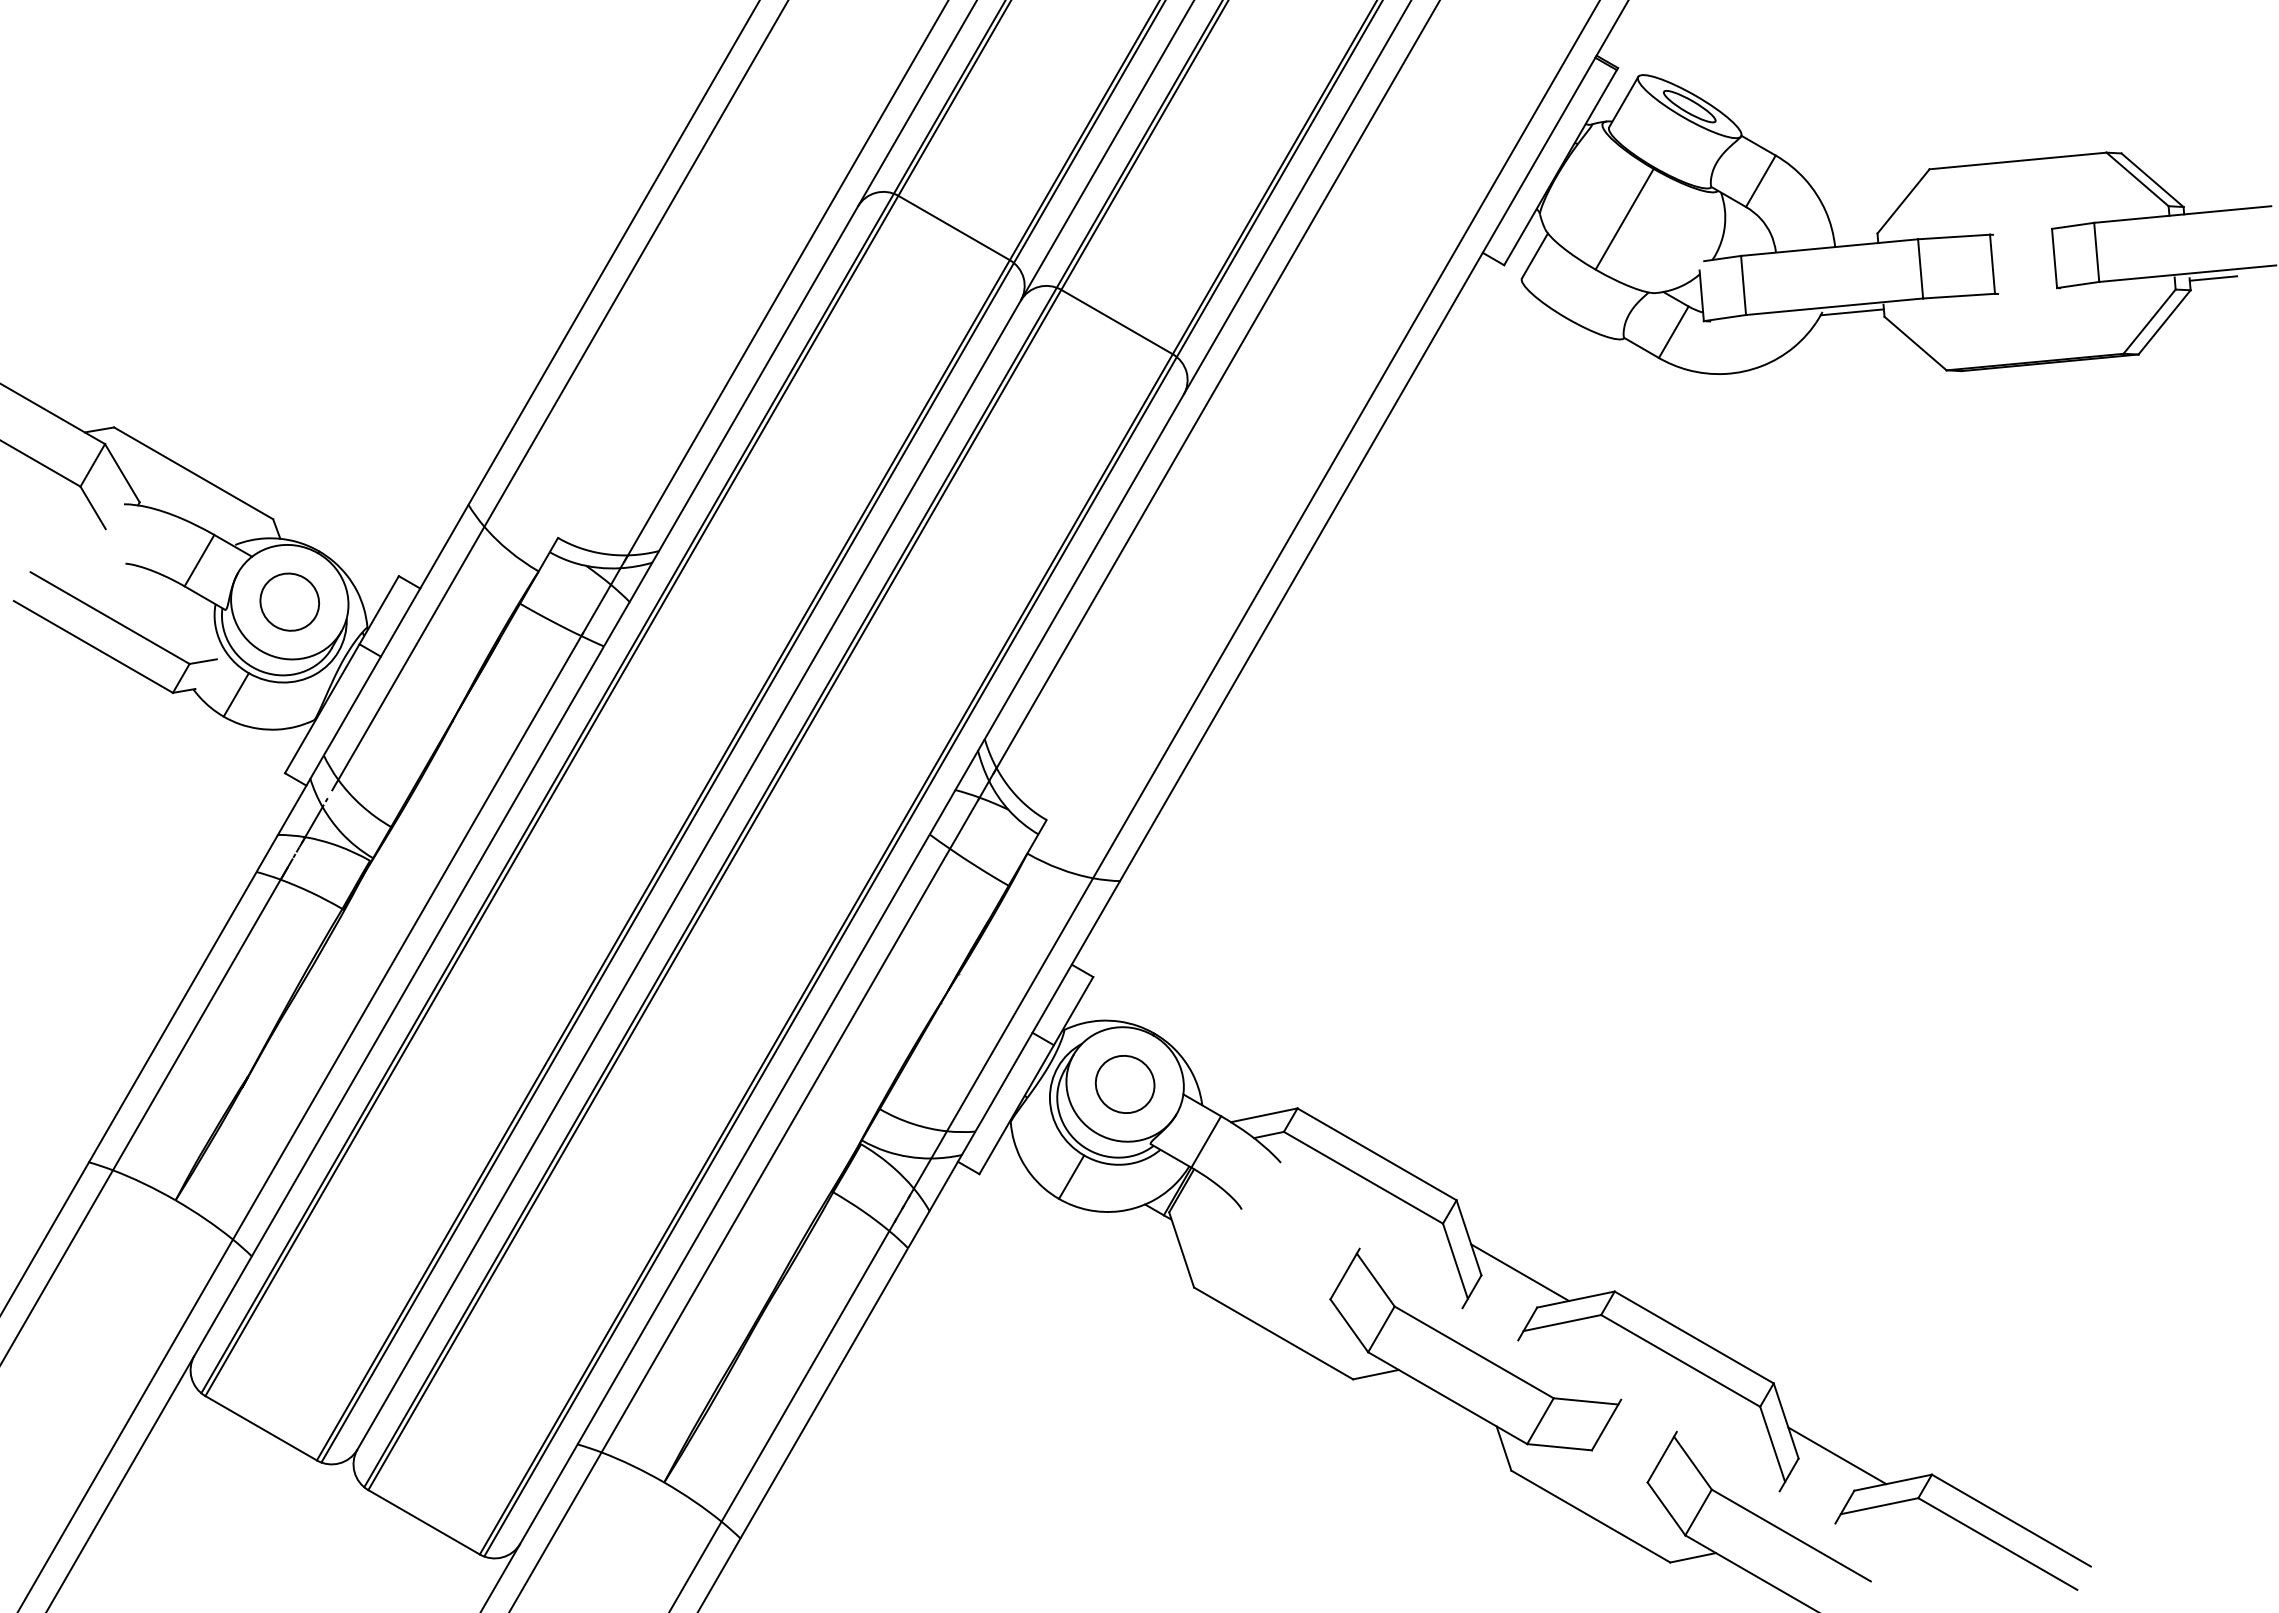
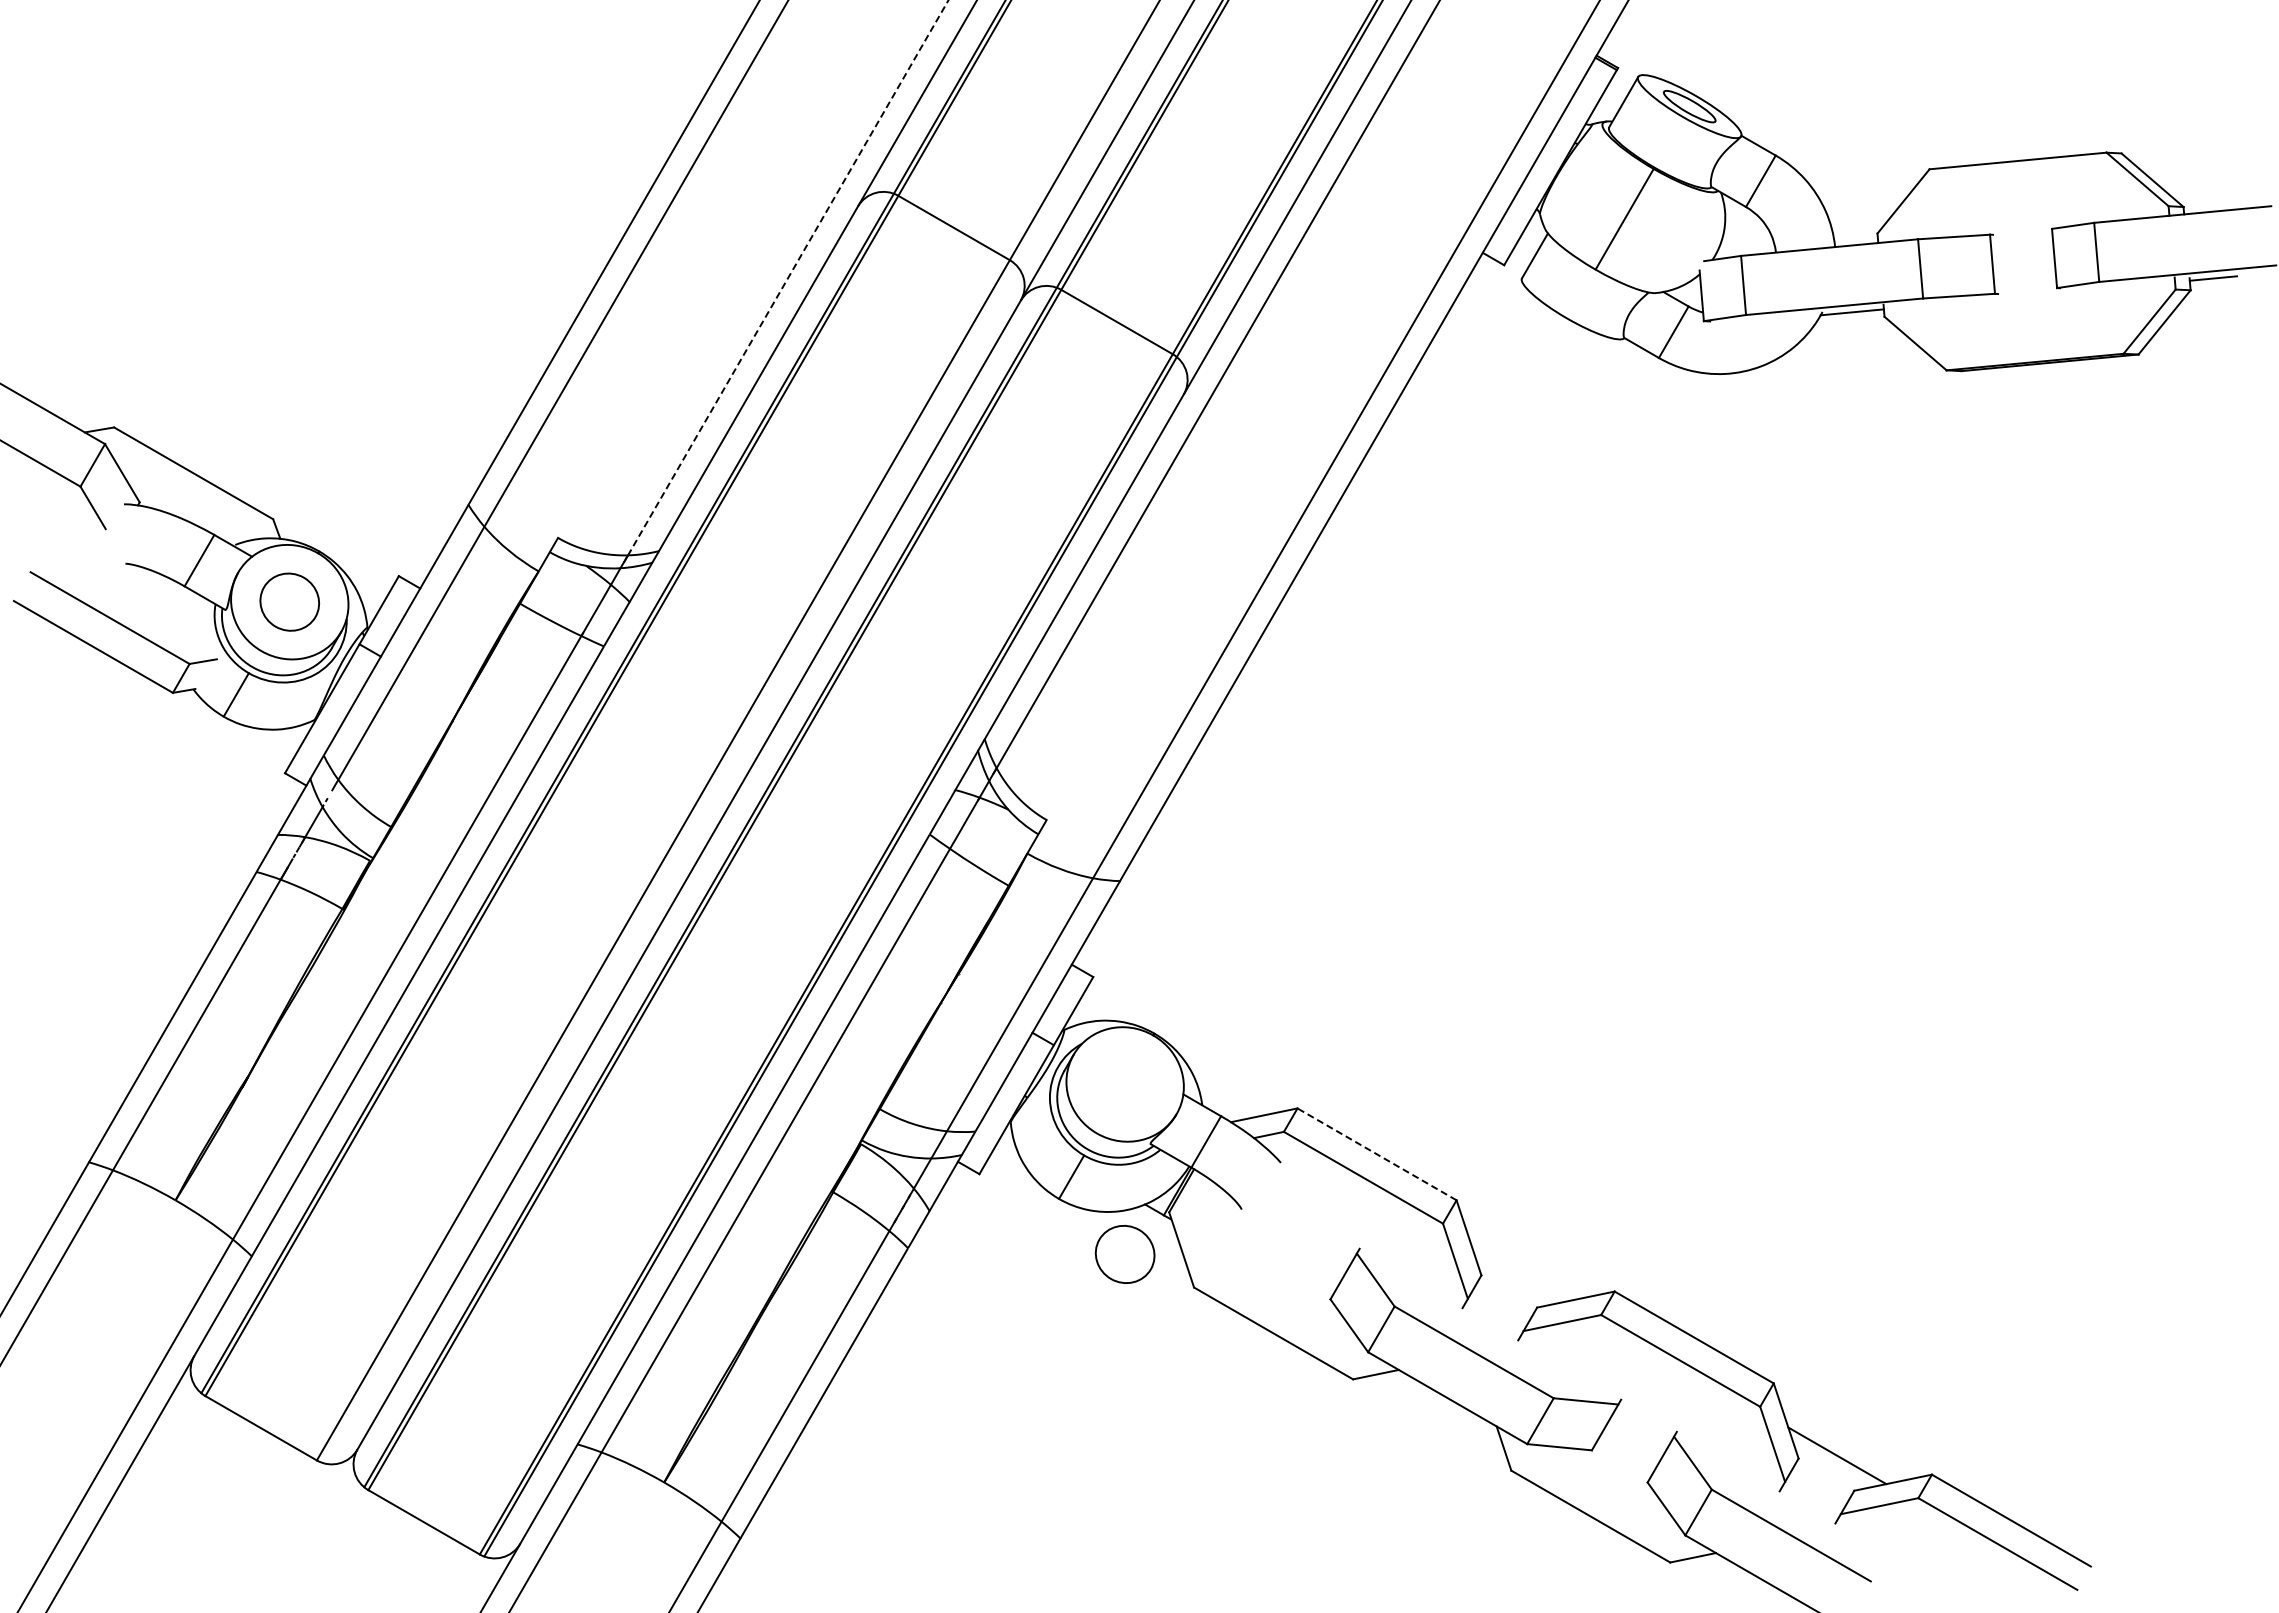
line at (788, 278): solid -> dashed
line at (742, 732): present -> none
part at (1124, 1084) position: (1124, 1084) -> (1124, 1254)
line at (1377, 1154): solid -> dashed
line at (1520, 1272): present -> none
